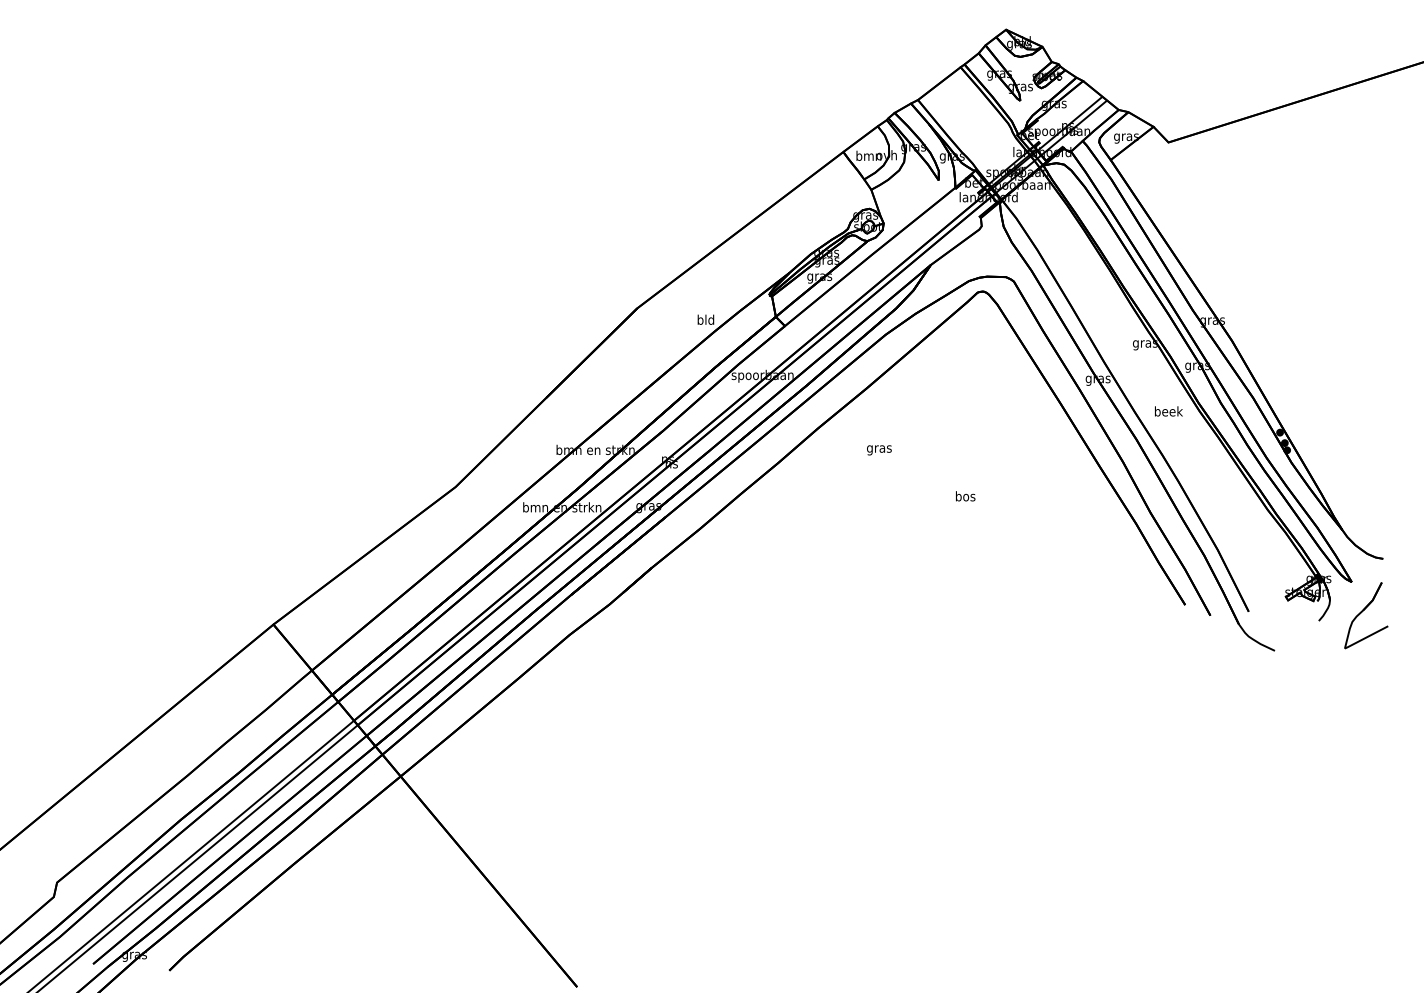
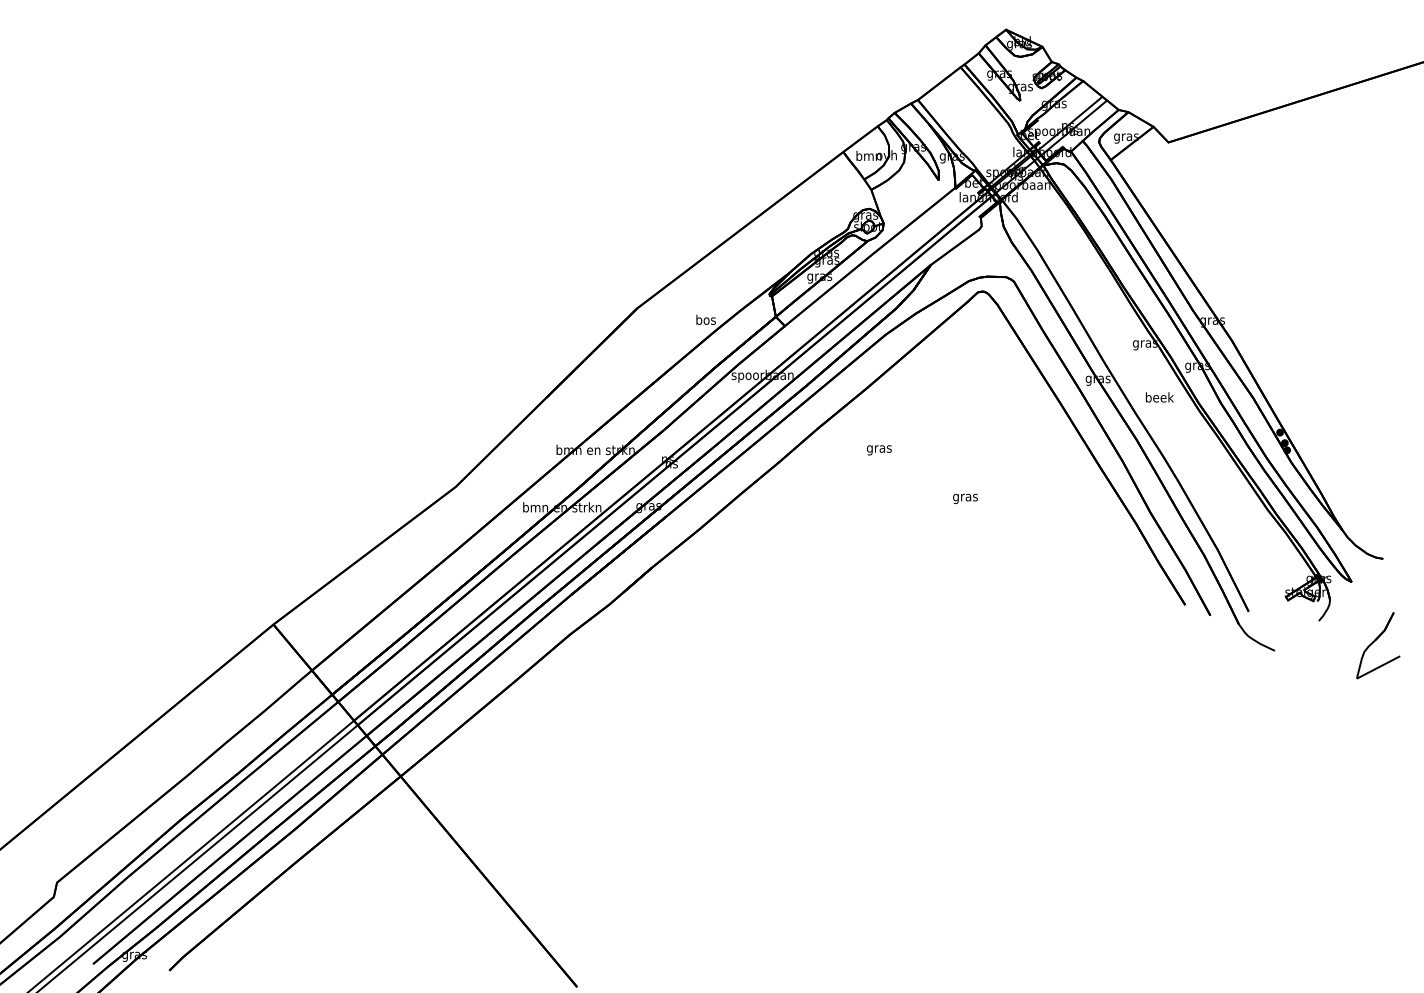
text at (705, 319): bld -> bos
text at (1168, 411) position: (1168, 411) -> (1159, 397)
text at (965, 497): bos -> gras
part at (1366, 615) position: (1366, 615) -> (1378, 645)
